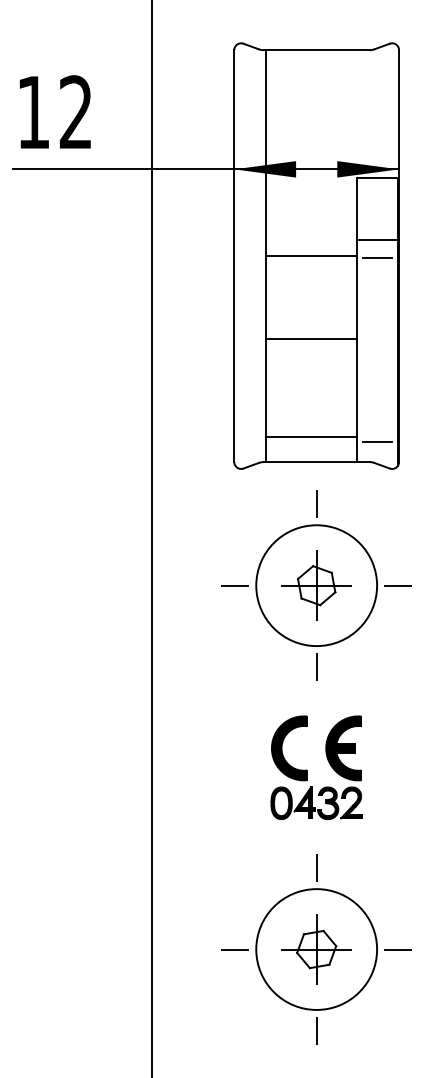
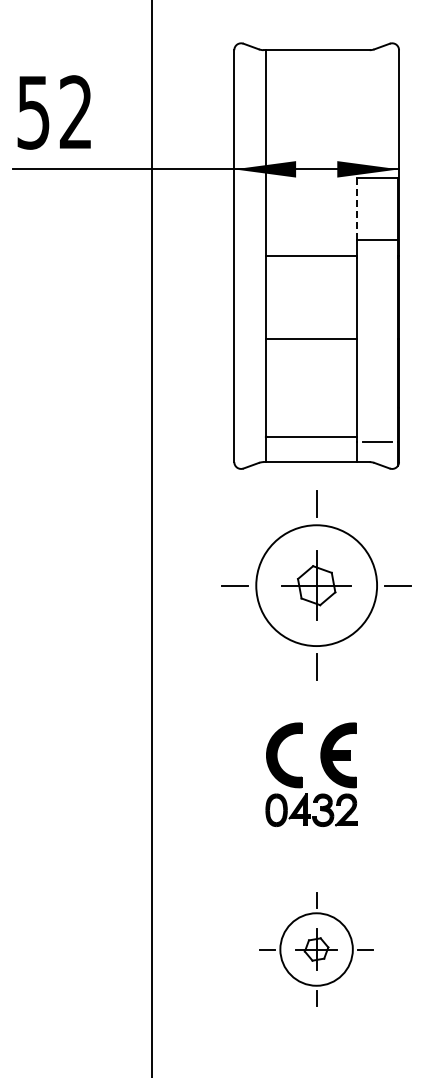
text at (33, 112): 12 -> 52
line at (356, 208): solid -> dashed
line at (376, 257): present -> none
part at (307, 770) position: (307, 770) -> (302, 777)
part at (316, 949) size: 191x191 px -> 115x115 px
